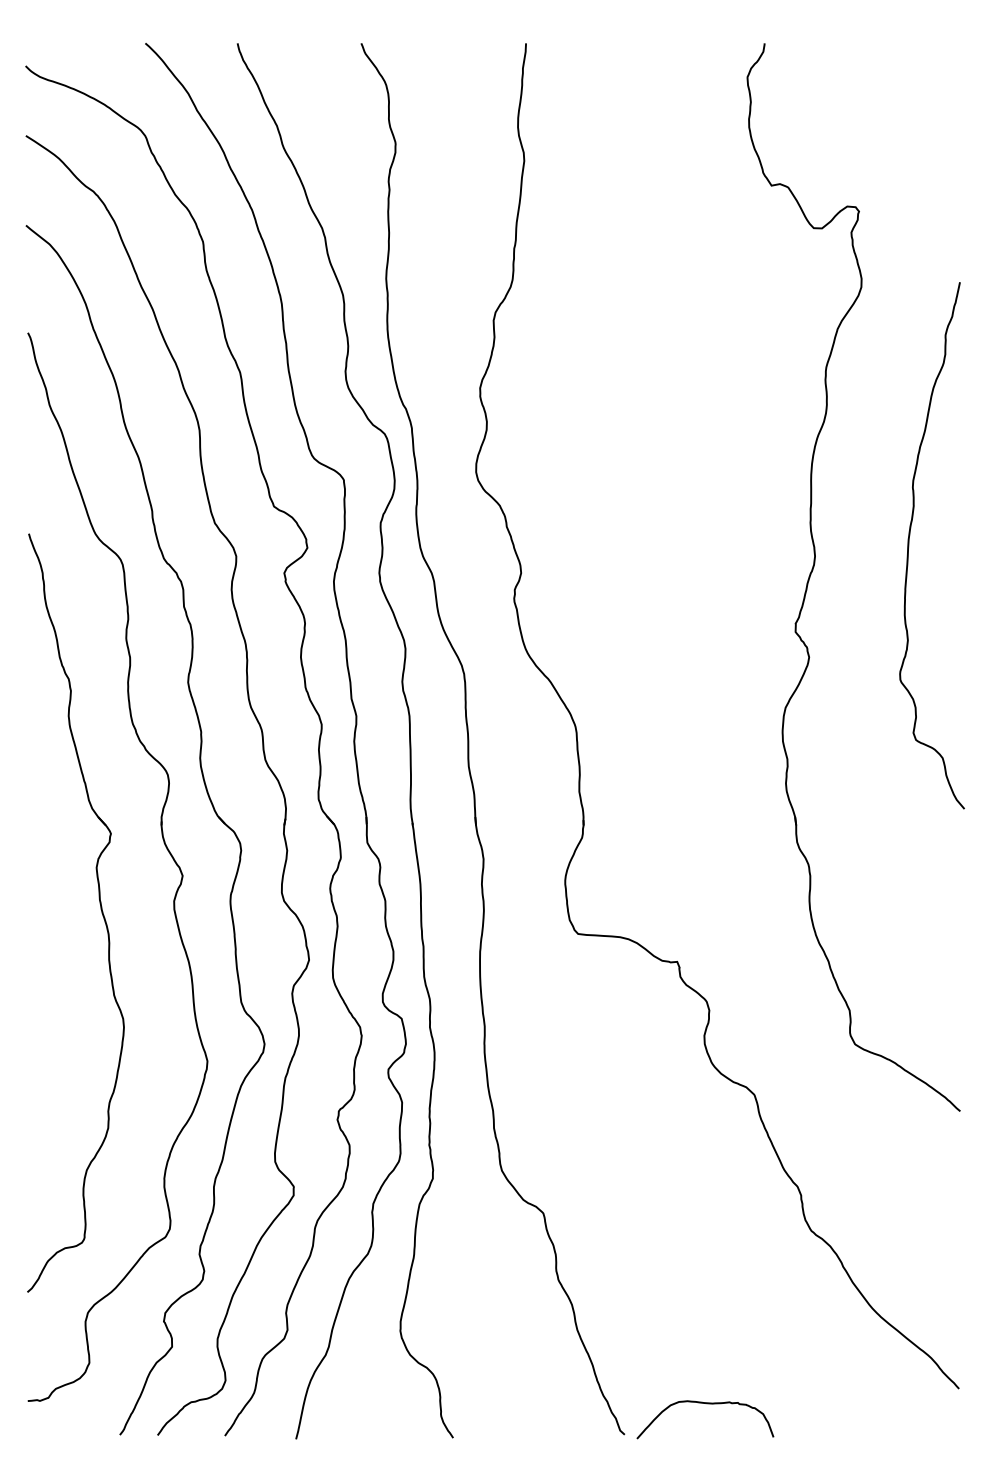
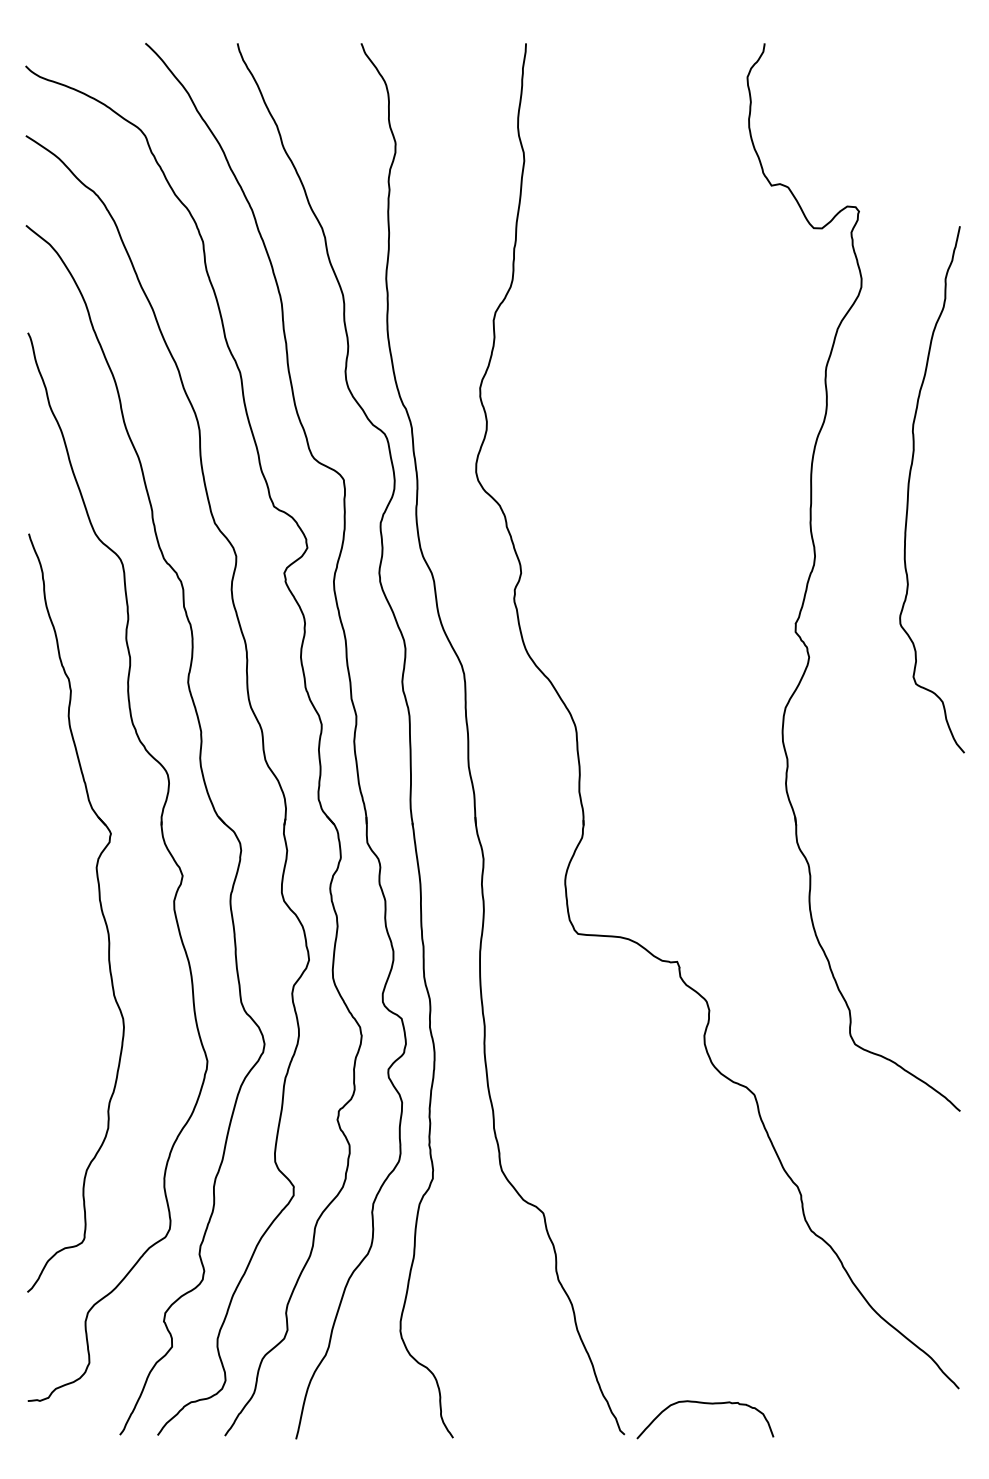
curve at (909, 545) position: (909, 545) -> (909, 489)
